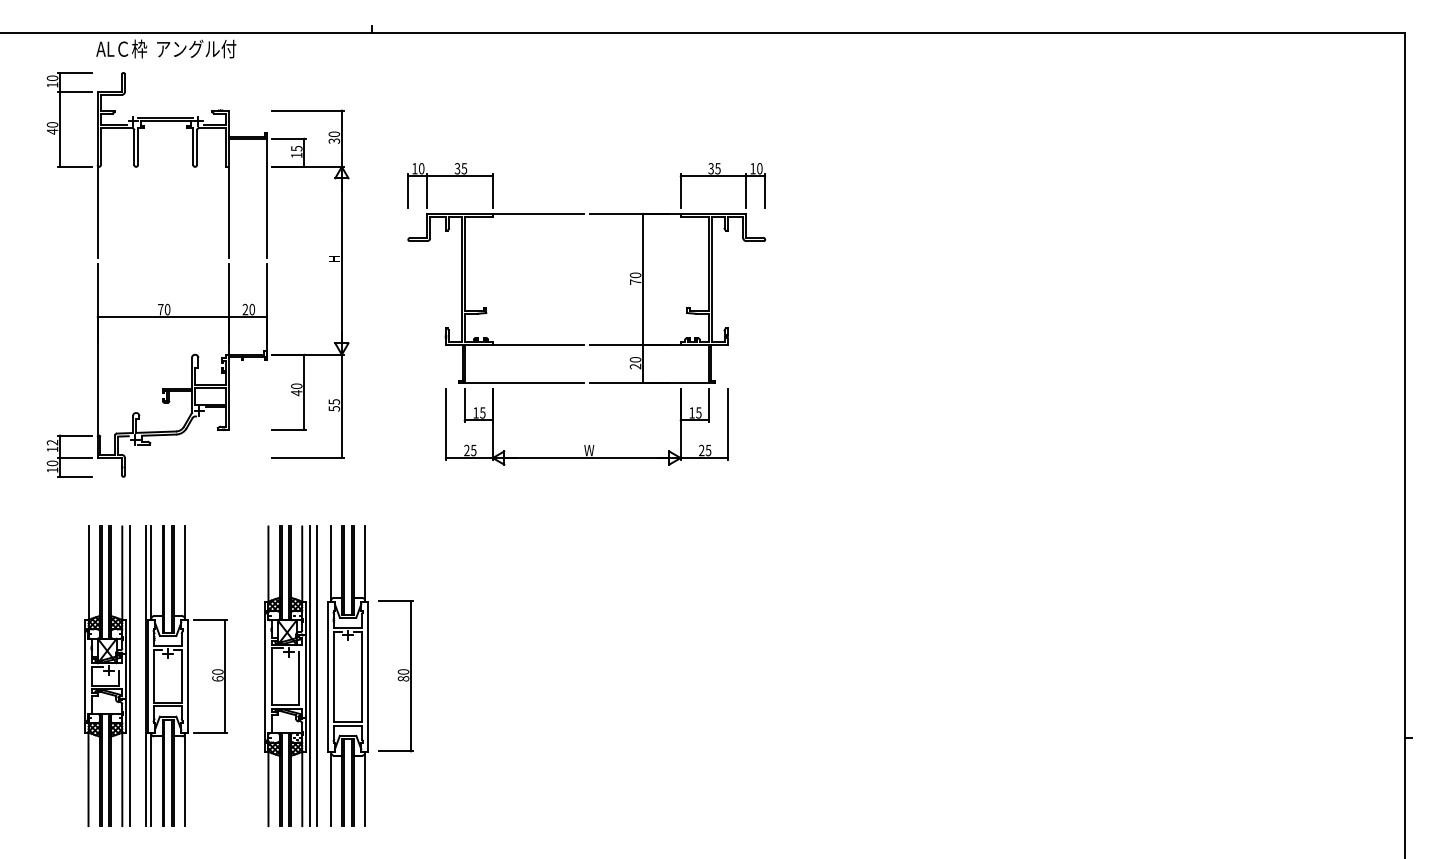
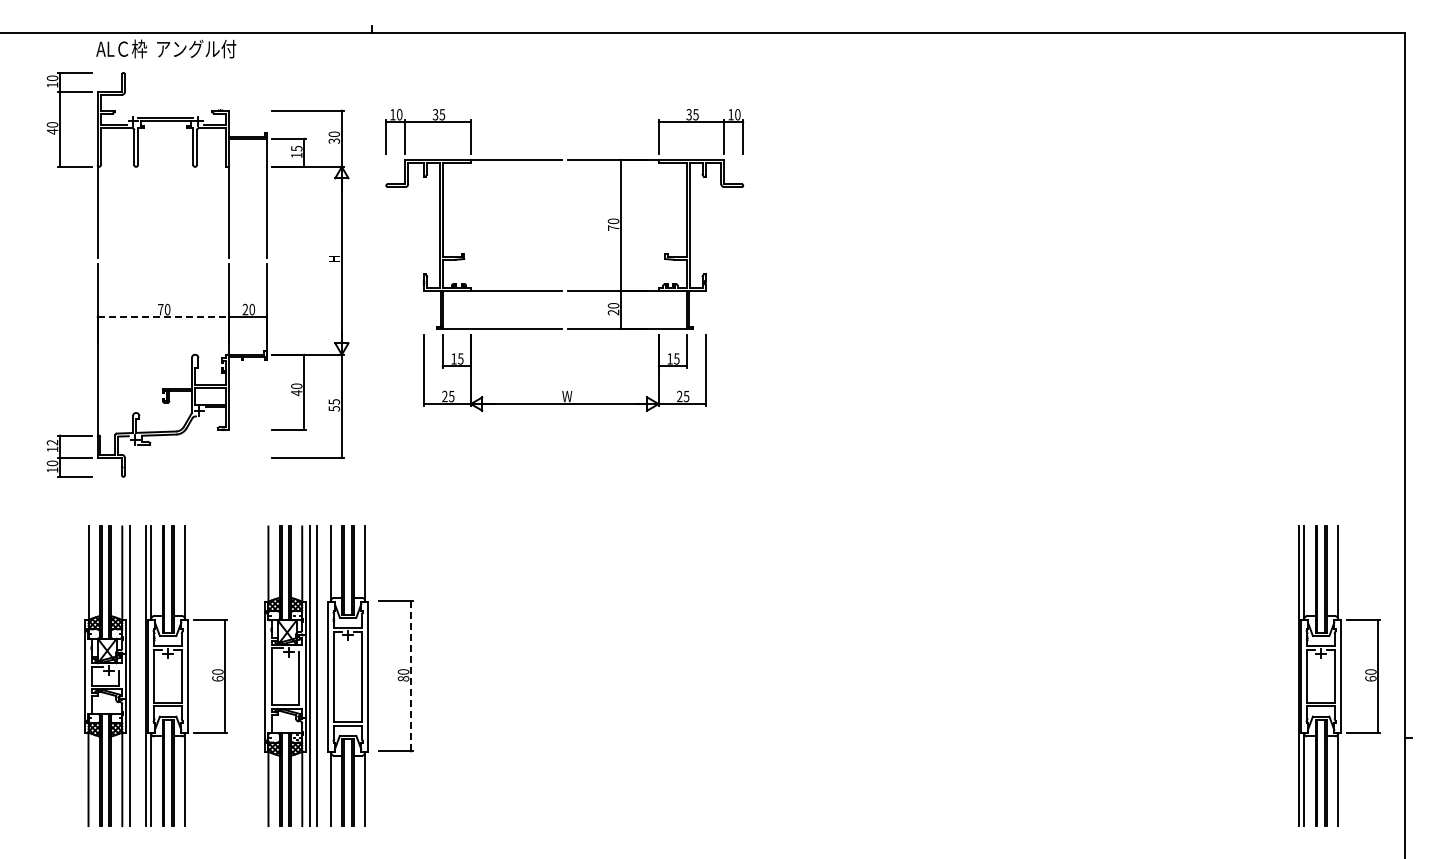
line at (163, 317): solid -> dashed
part at (584, 344) position: (584, 344) -> (562, 290)
part at (1339, 675): none -> present
line at (411, 676): solid -> dashed
